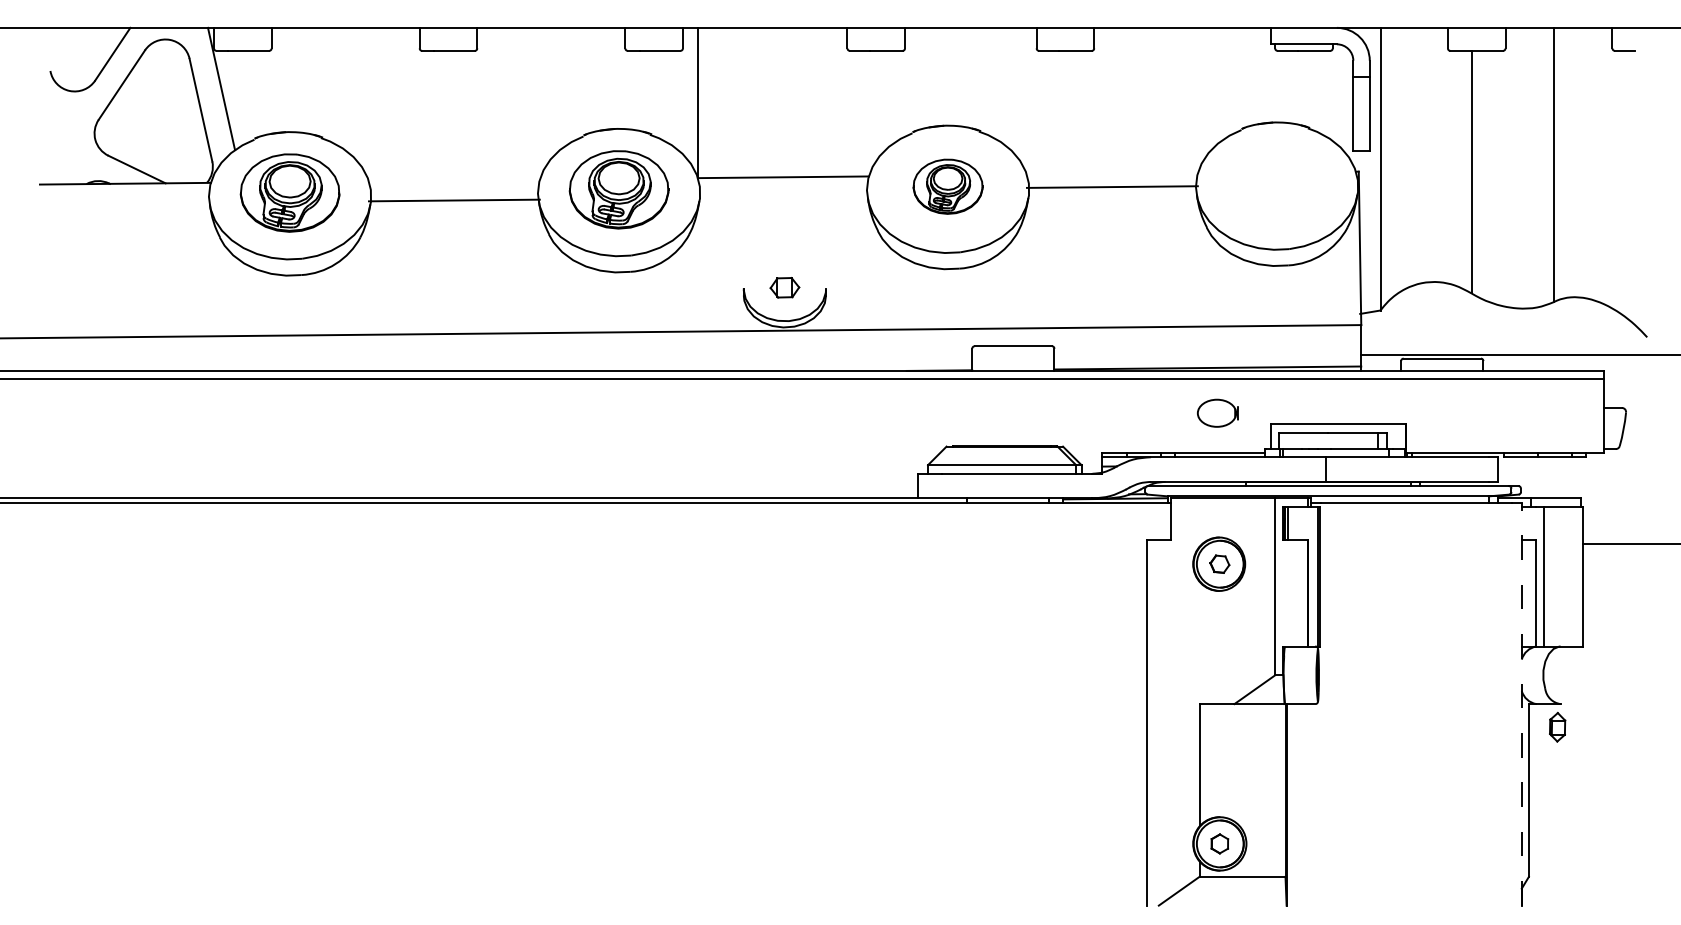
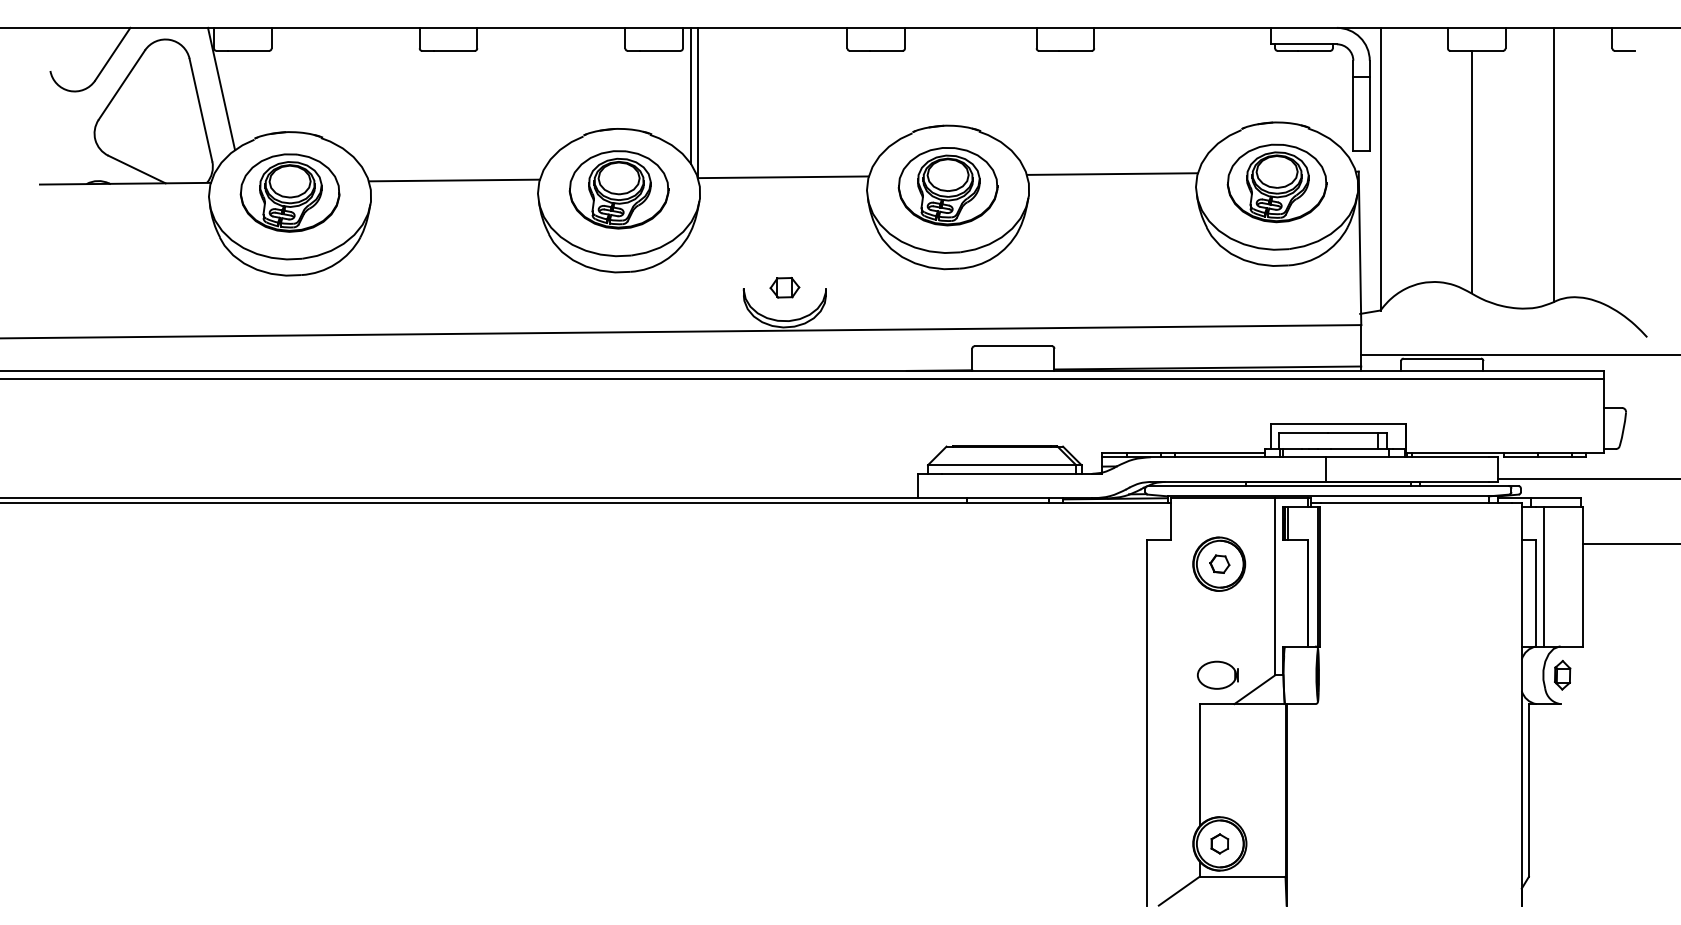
line at (691, 95): none -> present
part at (1276, 183): none -> present
part at (947, 186) size: 72x57 px -> 102x80 px
line at (1111, 186) position: (1111, 186) -> (1111, 173)
line at (453, 200) position: (453, 200) -> (453, 180)
part at (1217, 412) position: (1217, 412) -> (1217, 674)
line at (1587, 478): none -> present
line at (1521, 704): dashed -> solid
part at (1557, 726) position: (1557, 726) -> (1562, 674)
